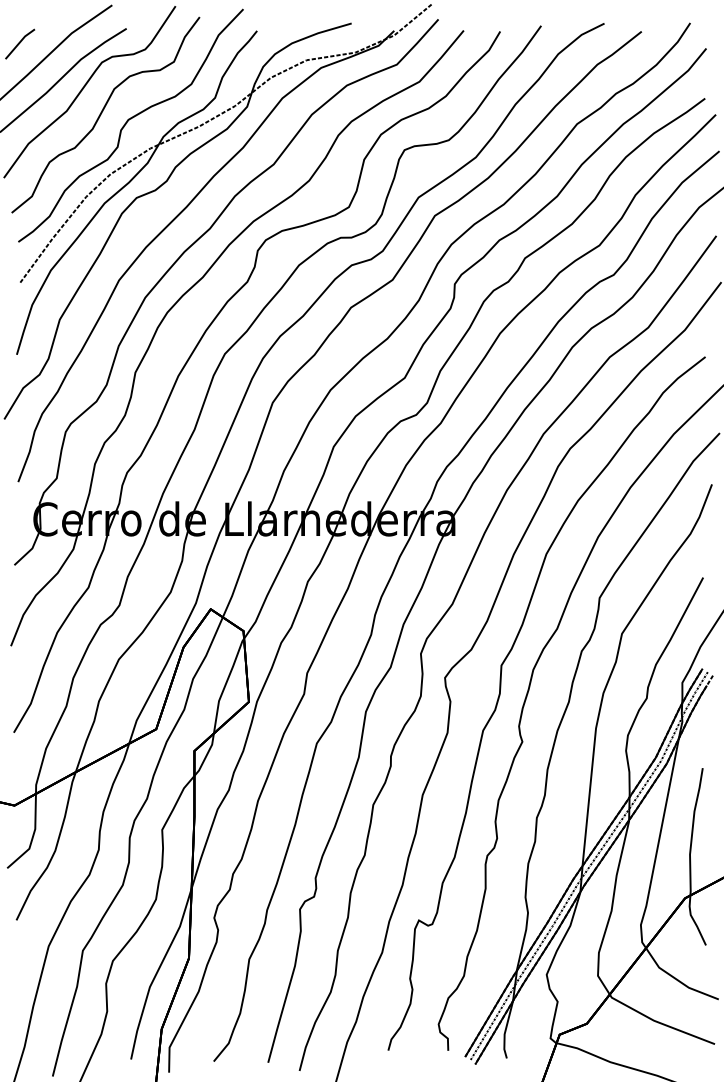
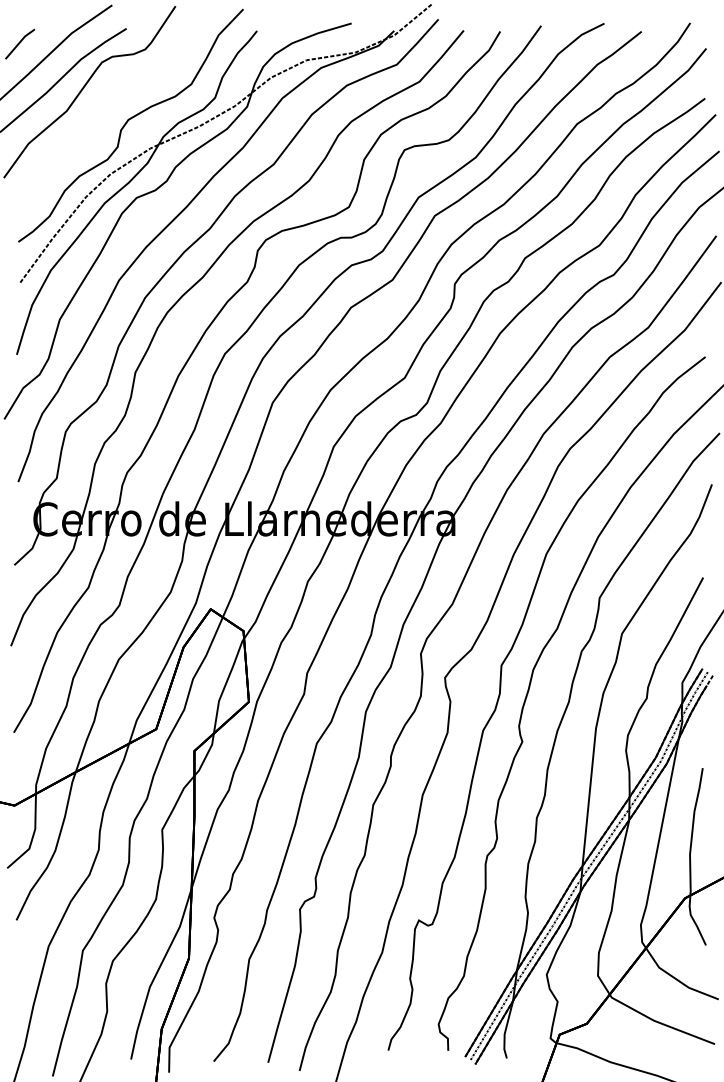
part at (105, 114): present -> none
